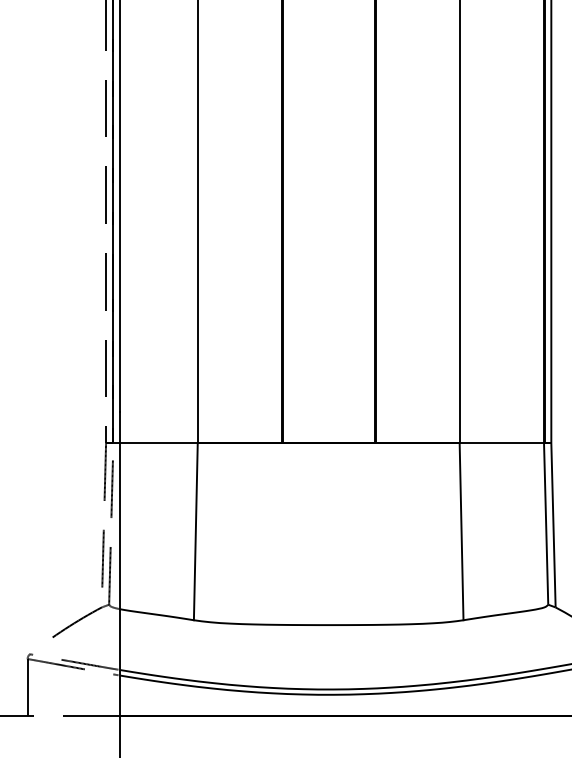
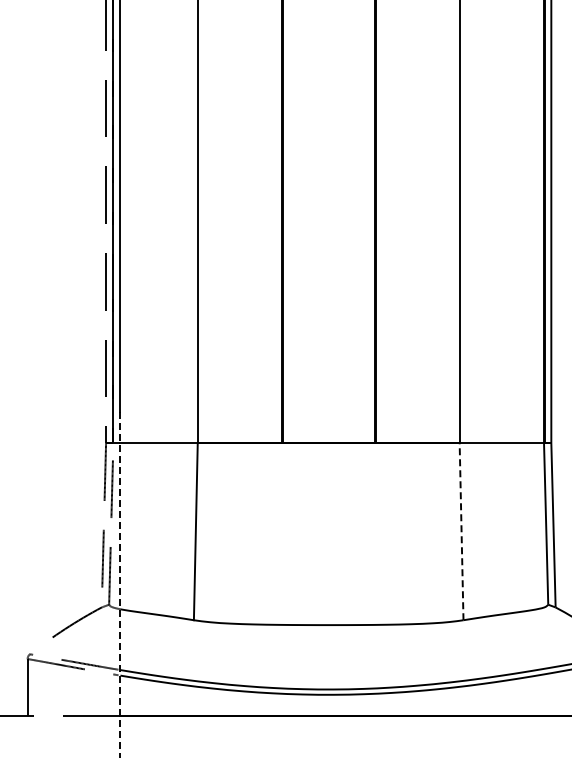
line at (461, 531): solid -> dashed
line at (120, 585): solid -> dashed
